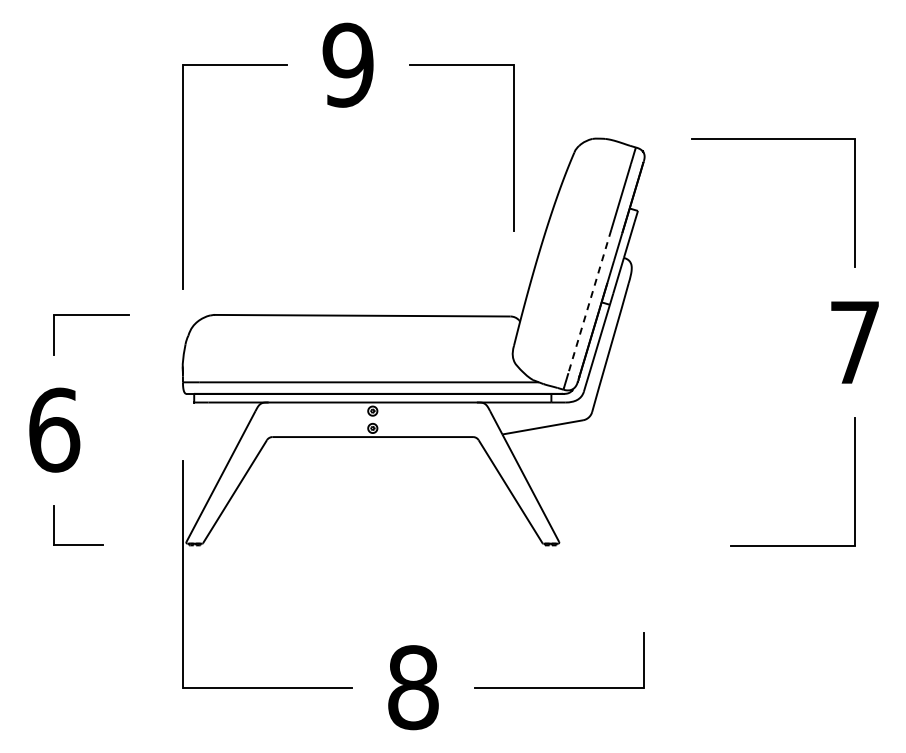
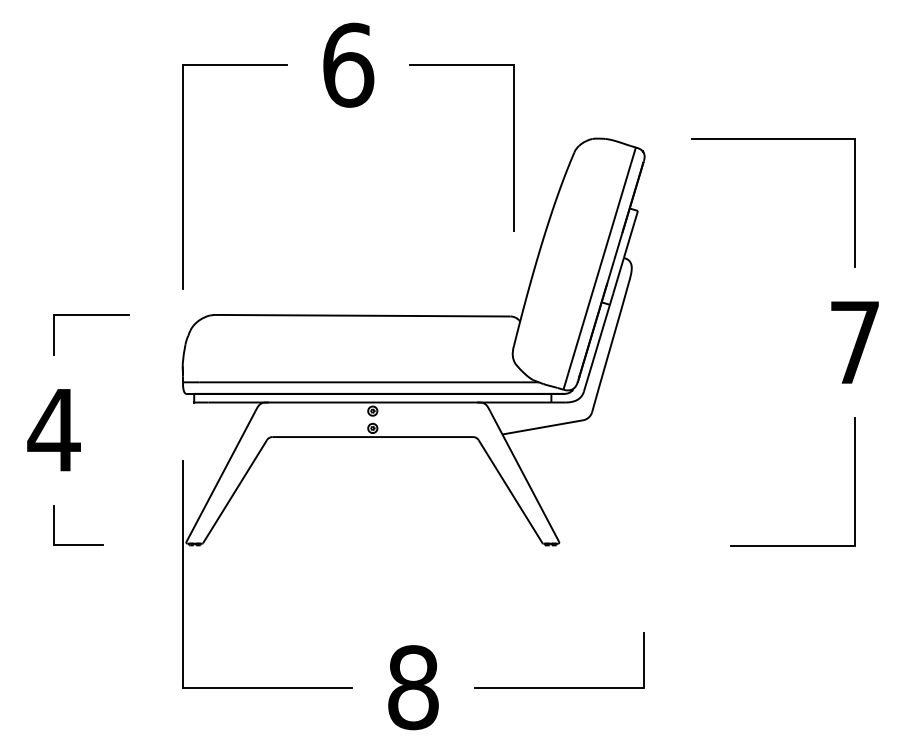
text at (348, 64): 9 -> 6
line at (589, 301): dashed -> solid
text at (53, 429): 6 -> 4
